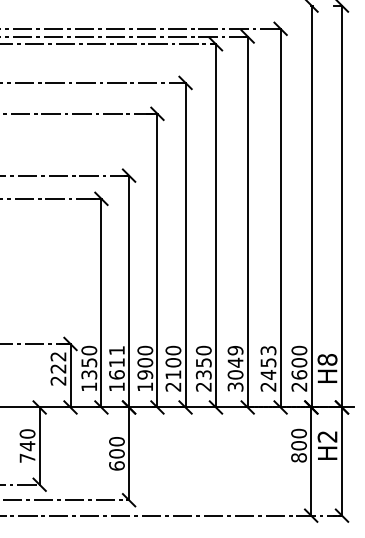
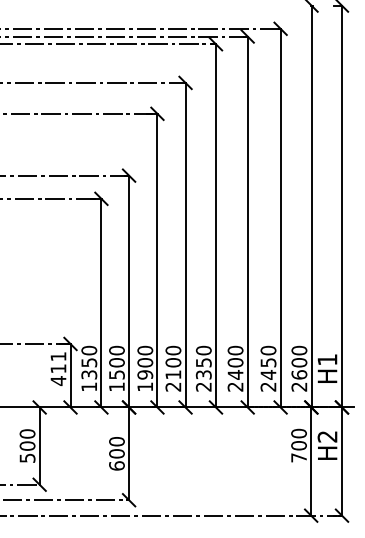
text at (268, 350): 2453 -> 2450
text at (327, 359): H8 -> H1
text at (116, 362): 1611 -> 1500
text at (235, 368): 3049 -> 2400
text at (58, 369): 222 -> 411
text at (27, 451): 740 -> 500
text at (298, 457): 800 -> 700
